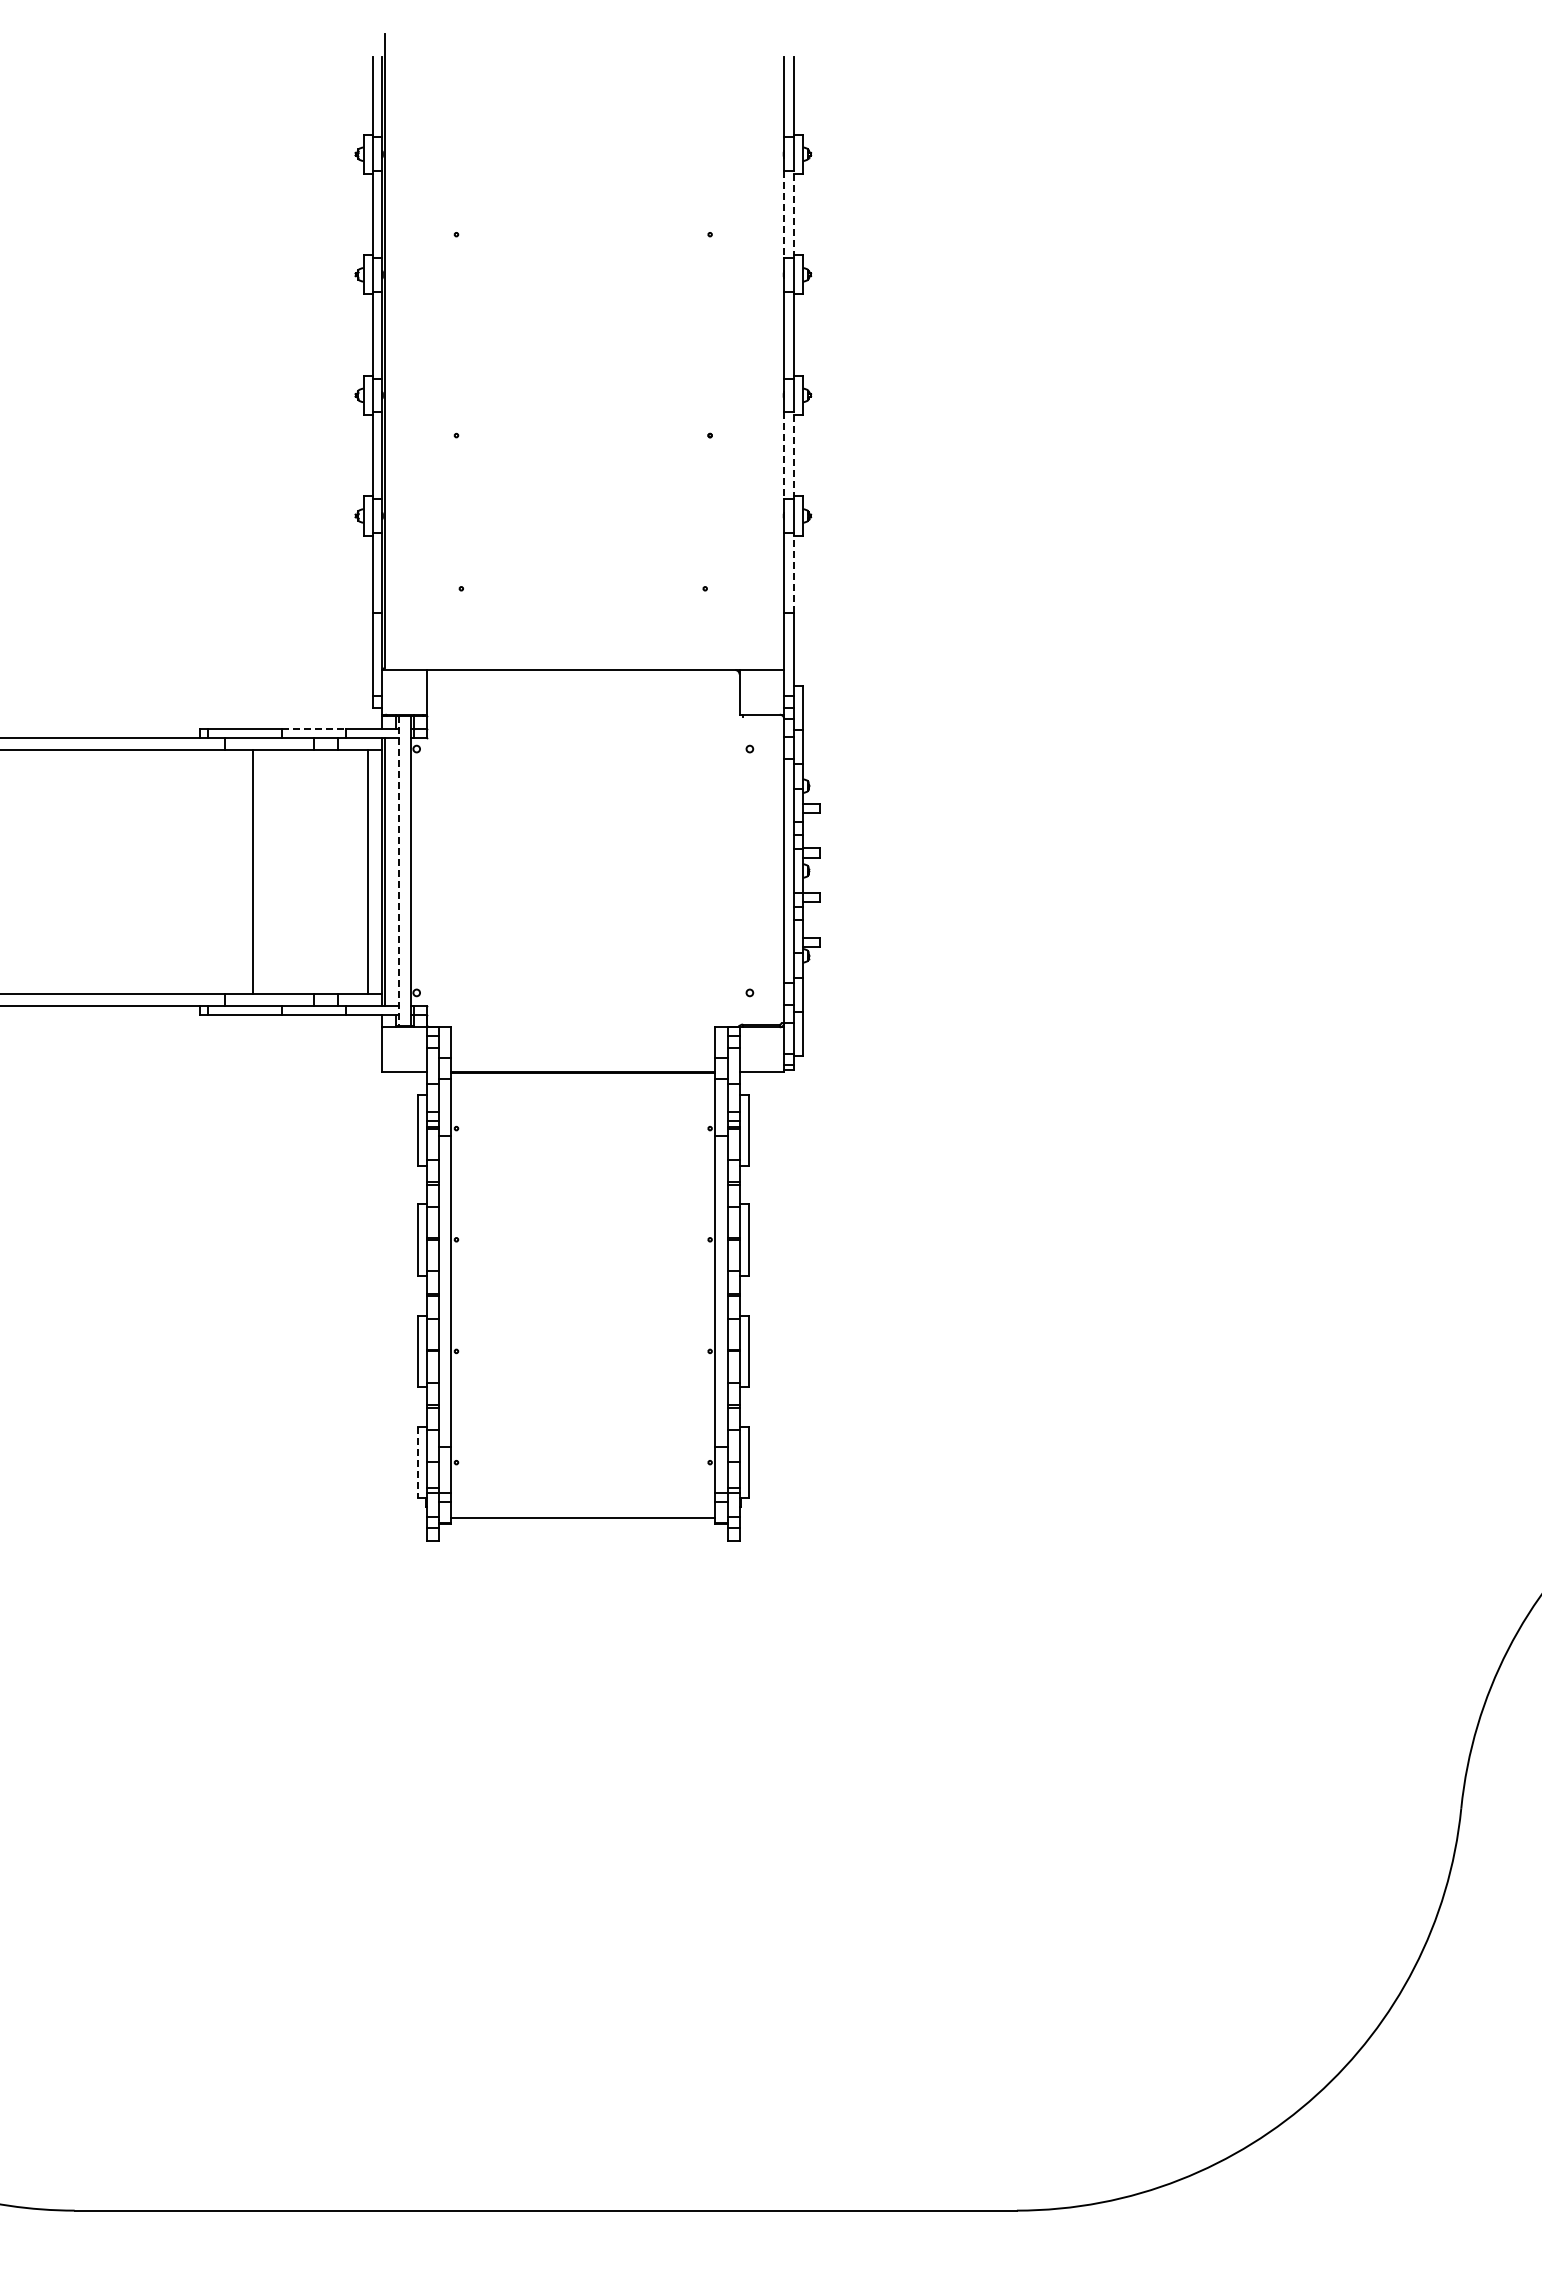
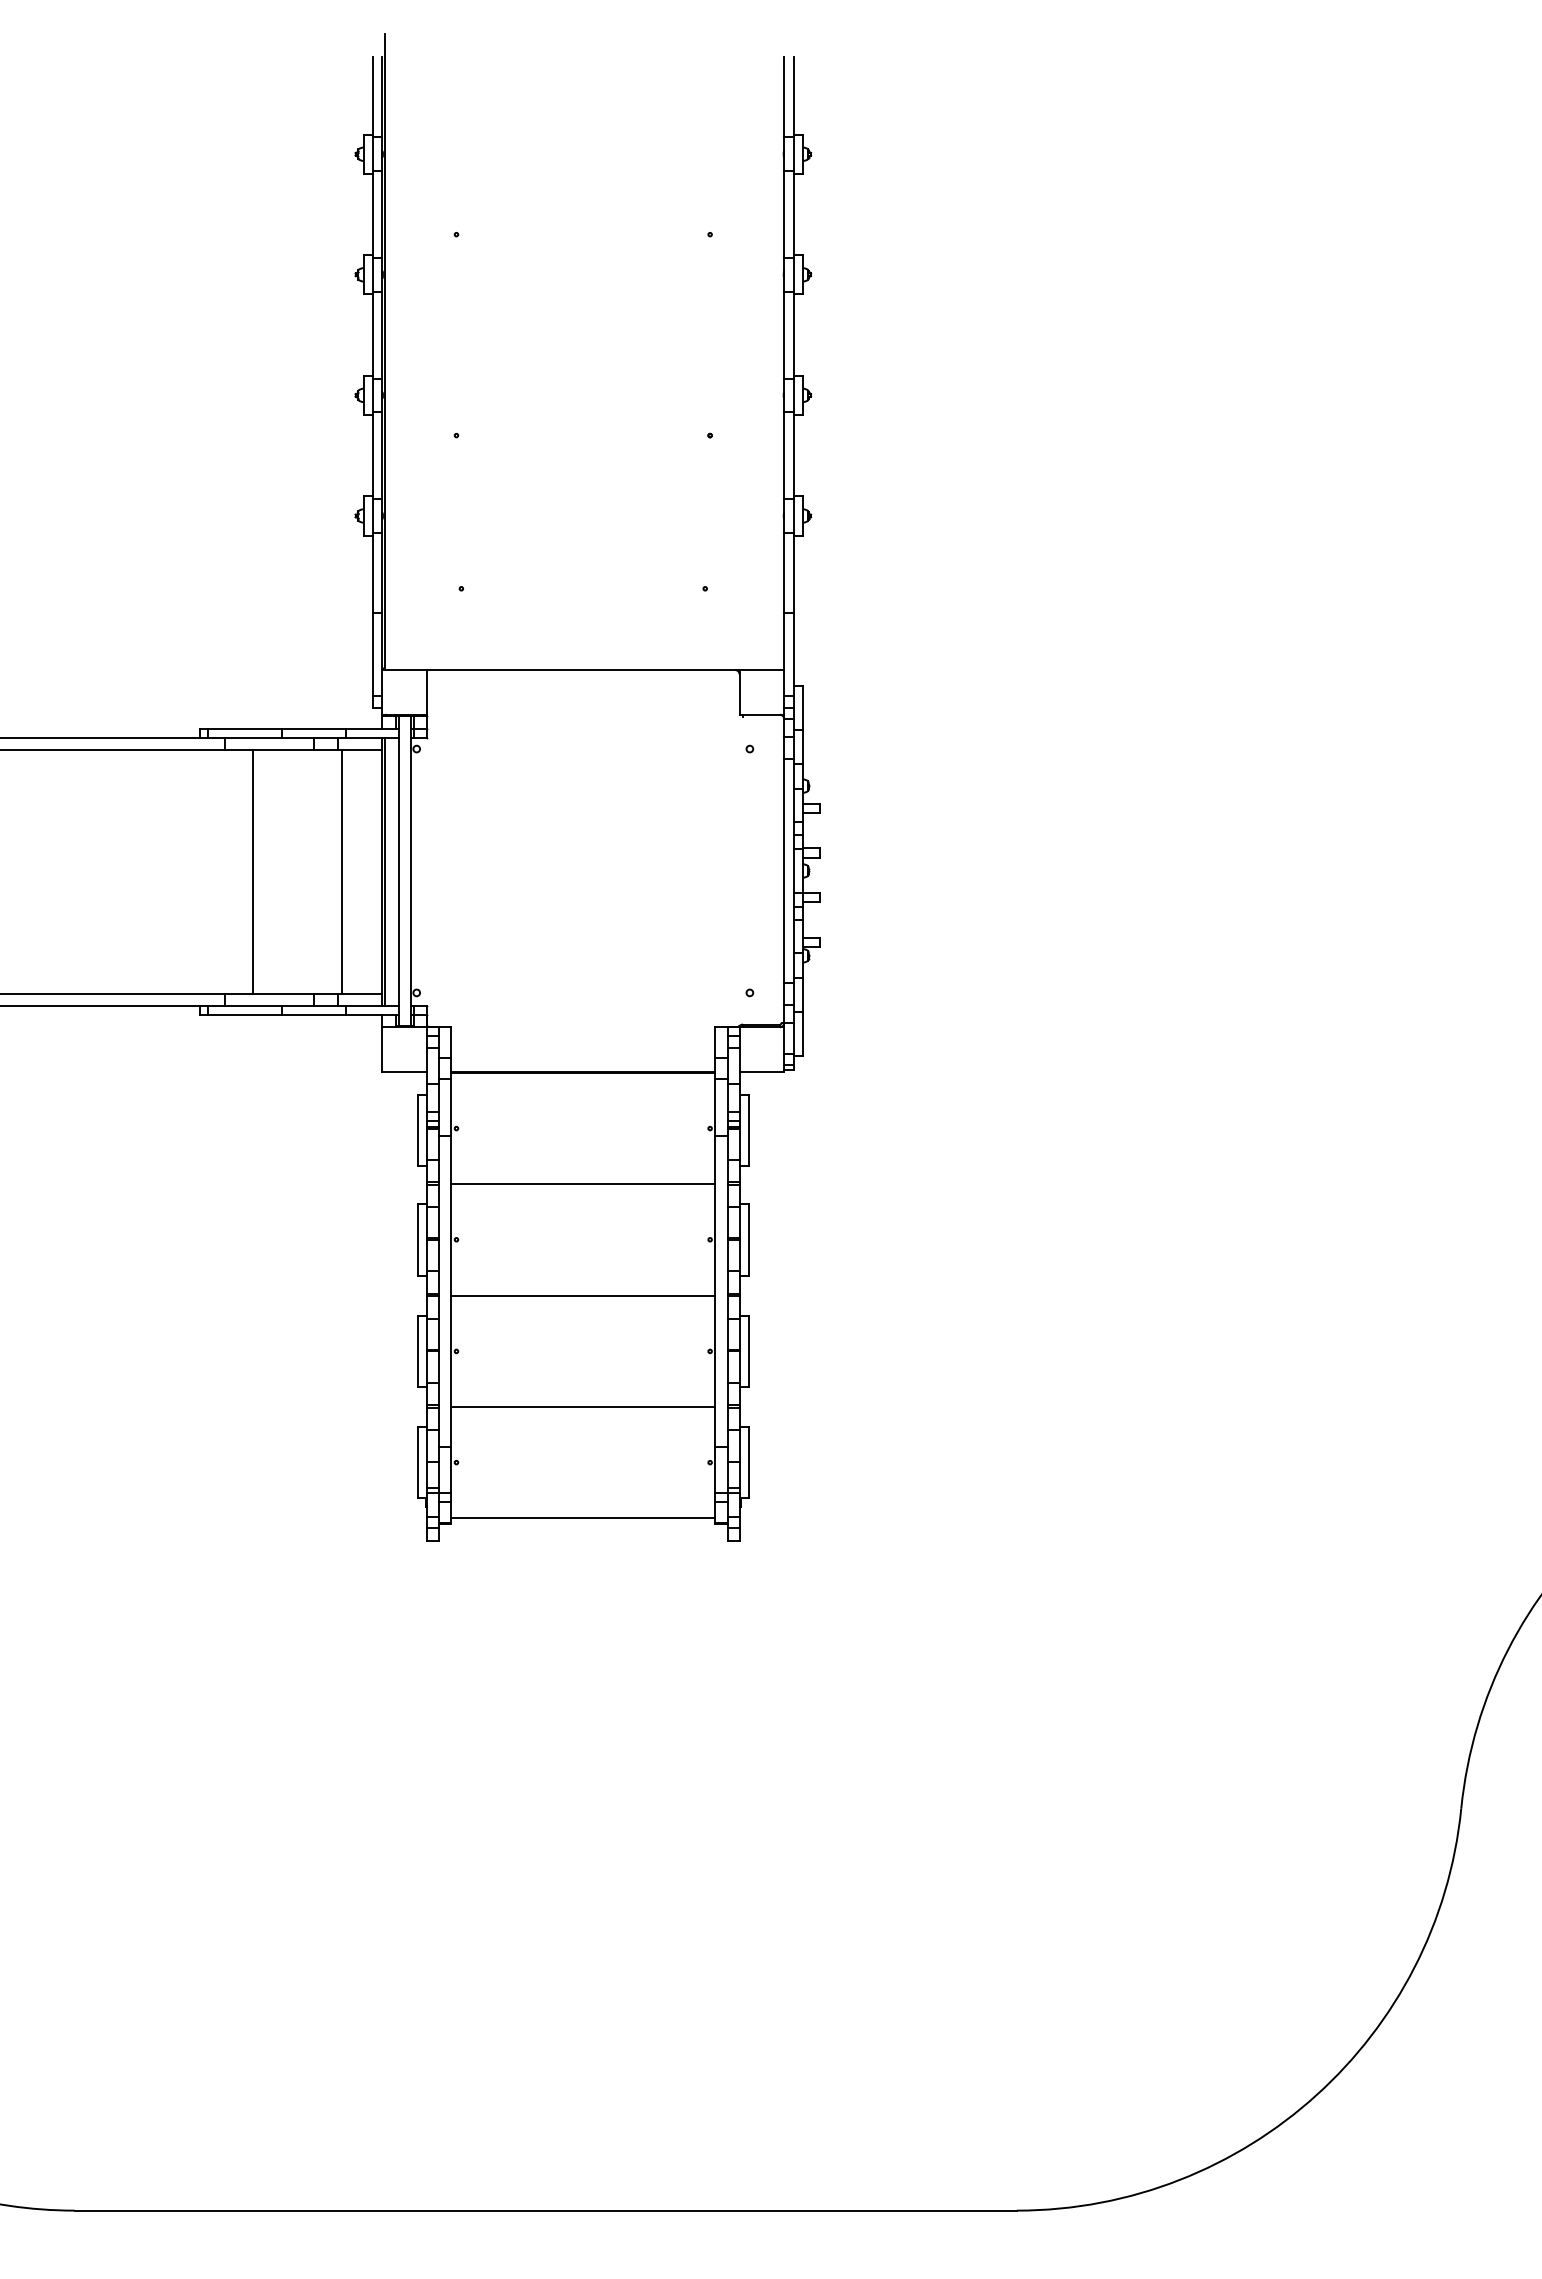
line at (793, 214): dashed -> solid
line at (784, 215): dashed -> solid
line at (793, 455): dashed -> solid
line at (784, 456): dashed -> solid
line at (793, 572): dashed -> solid
line at (314, 728): dashed -> solid
line at (368, 871) position: (368, 871) -> (342, 871)
line at (398, 871): dashed -> solid
line at (583, 1184): none -> present
line at (583, 1295): none -> present
line at (583, 1407): none -> present
line at (417, 1462): dashed -> solid
